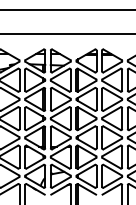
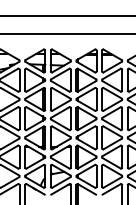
line at (67, 10) position: (67, 10) -> (67, 16)
